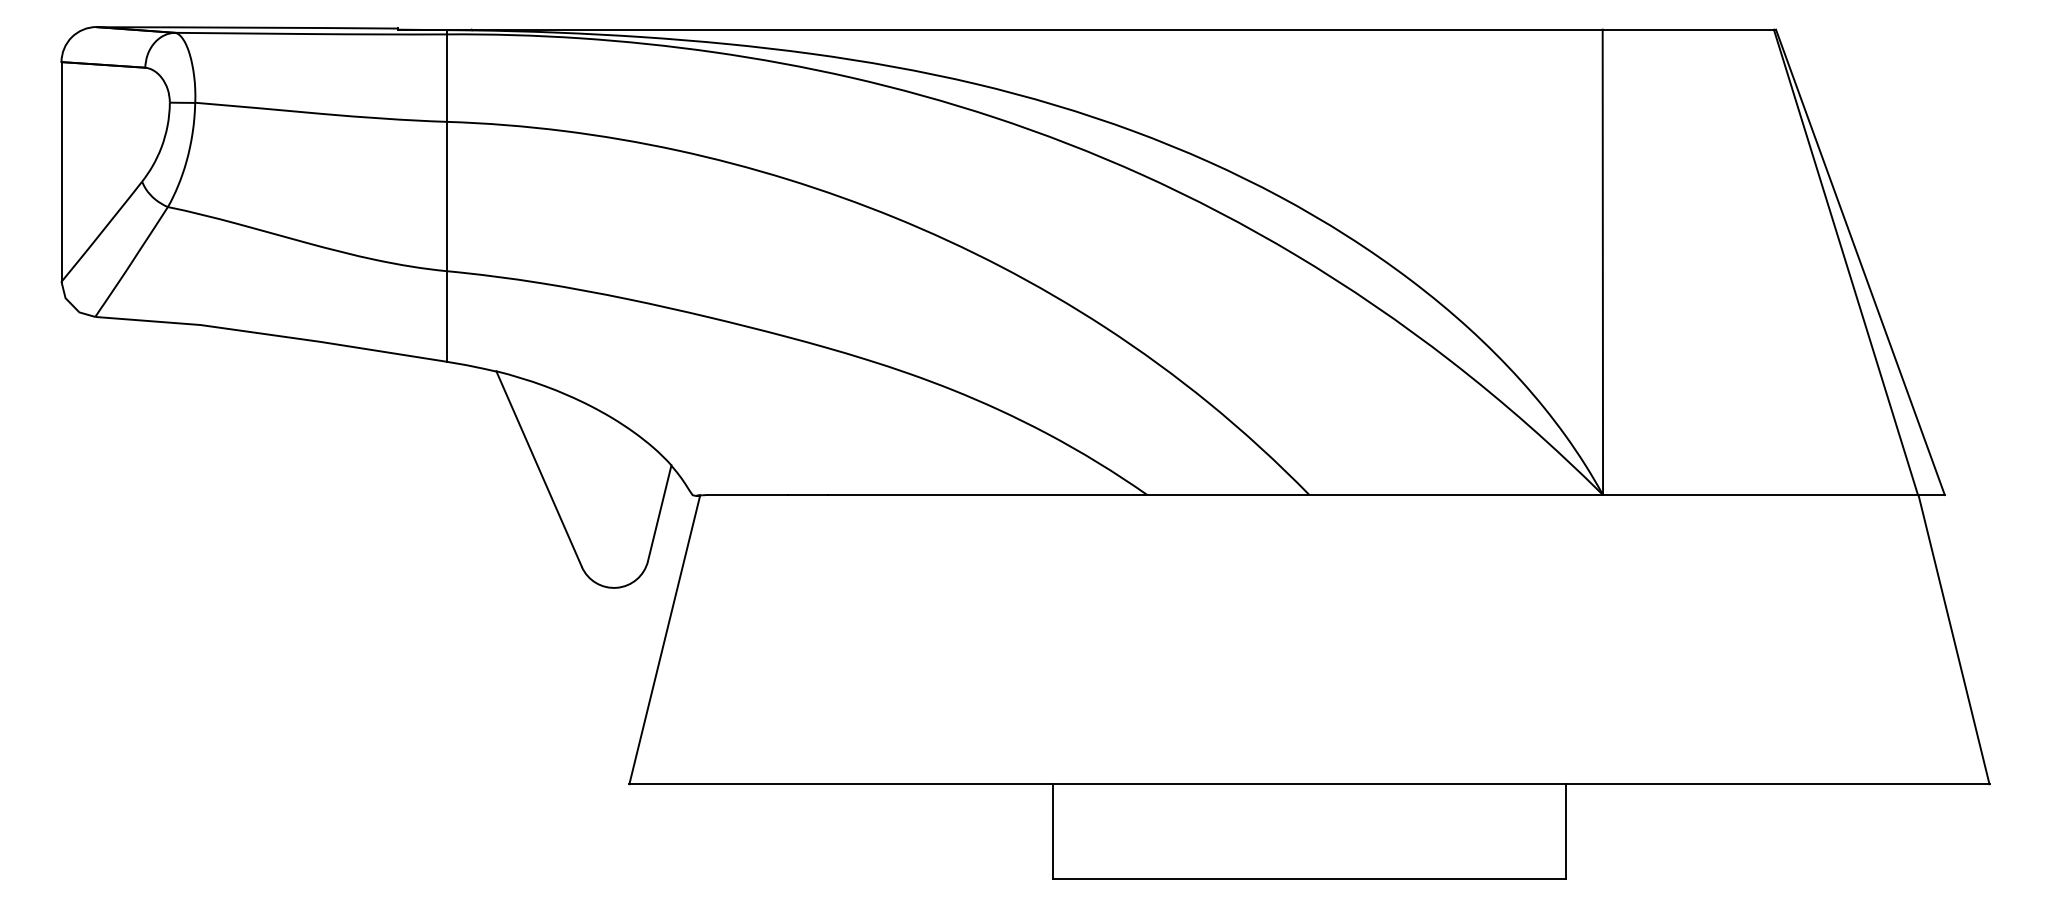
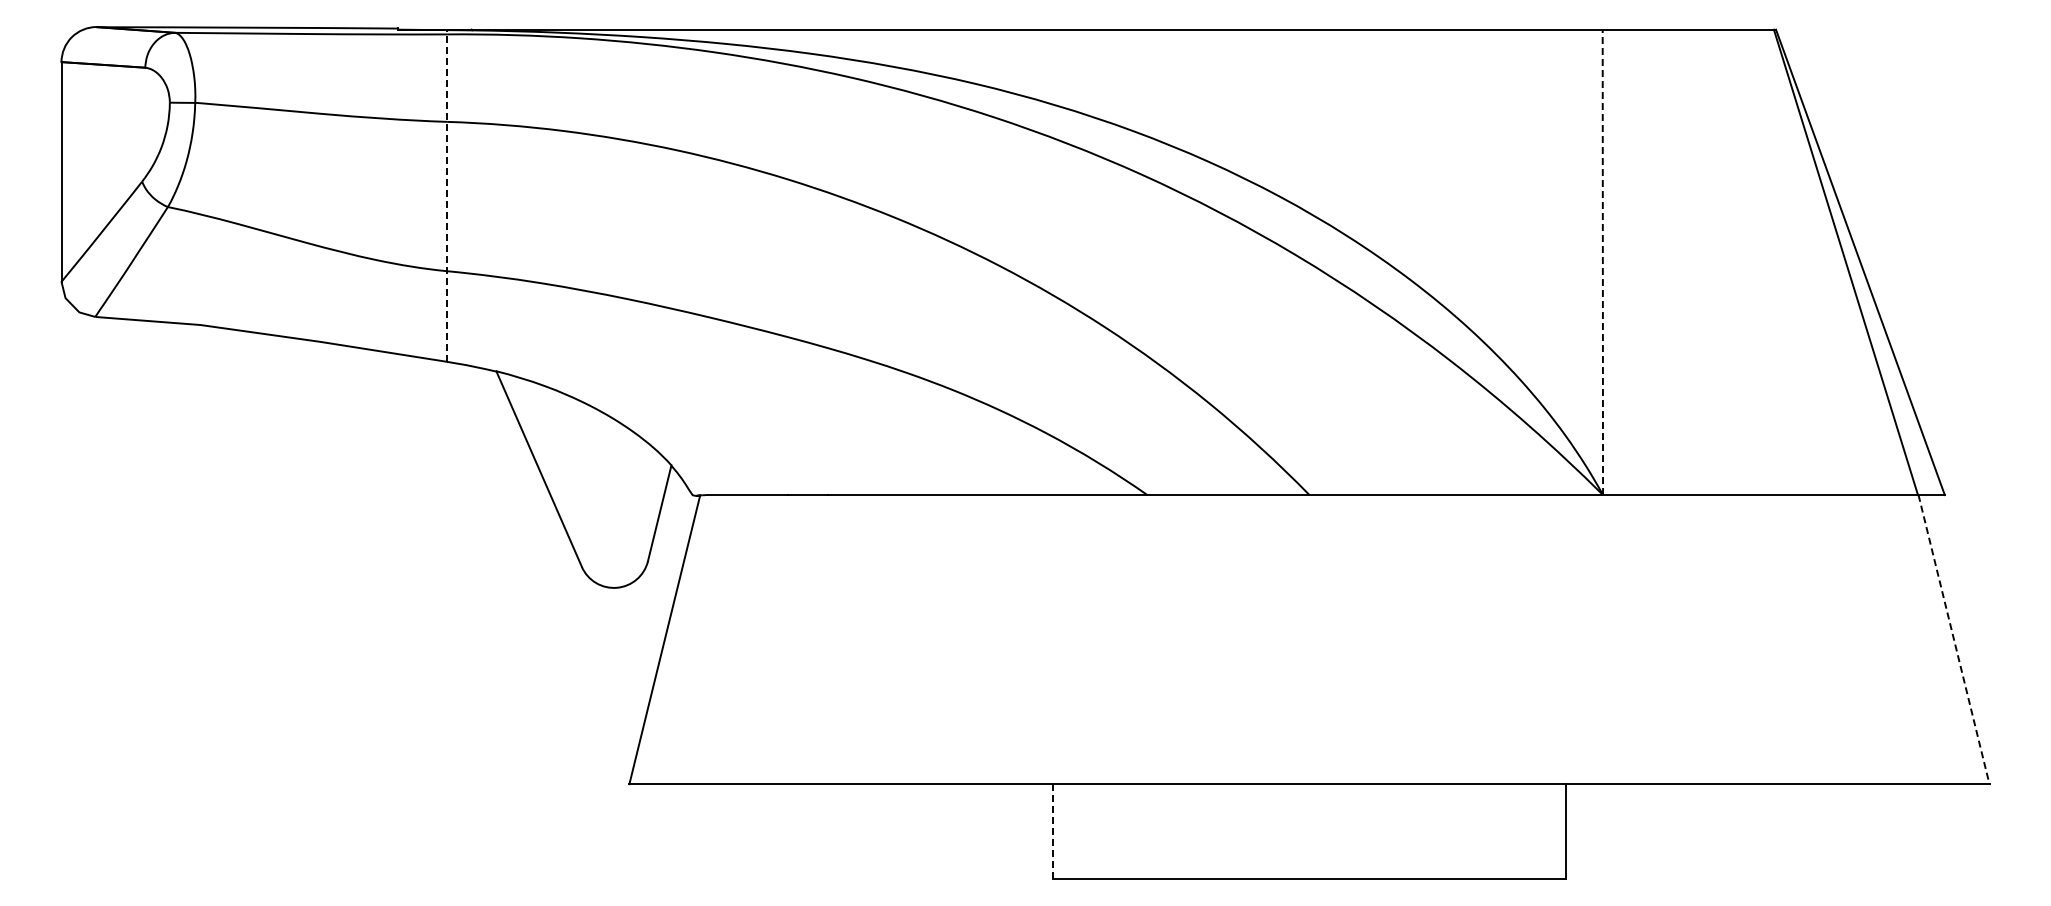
line at (447, 195): solid -> dashed
line at (1602, 262): solid -> dashed
line at (1954, 639): solid -> dashed
line at (1052, 832): solid -> dashed
